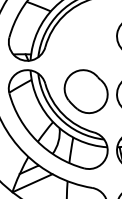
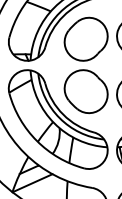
part at (85, 38): none -> present
